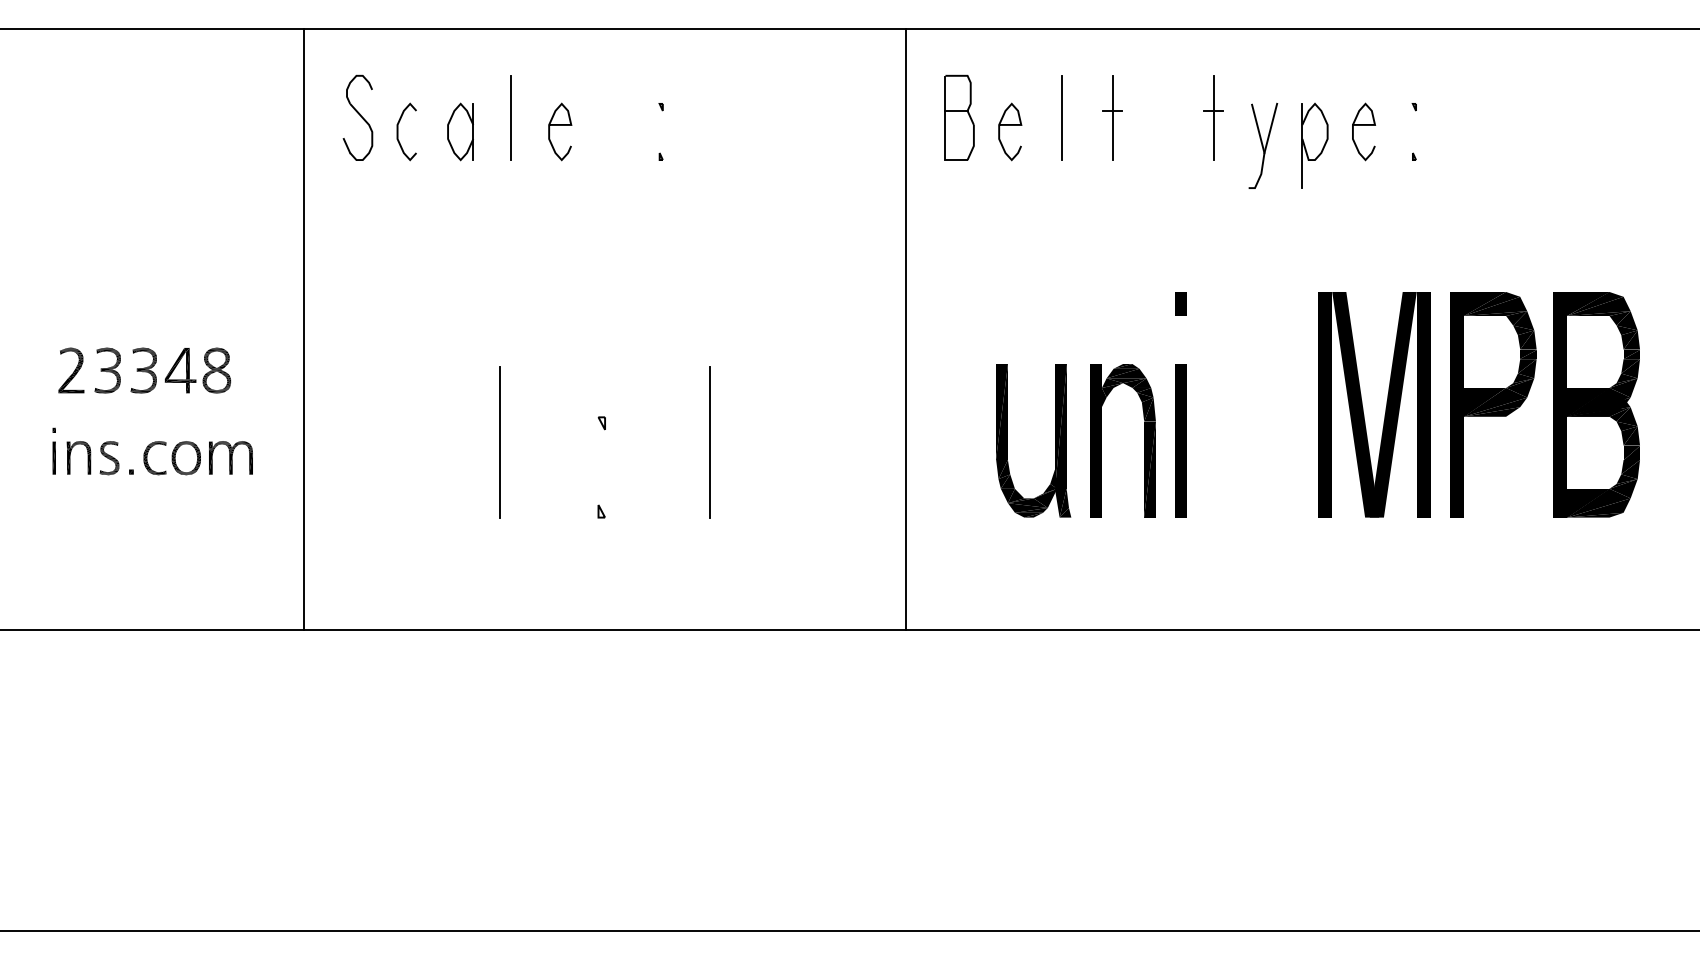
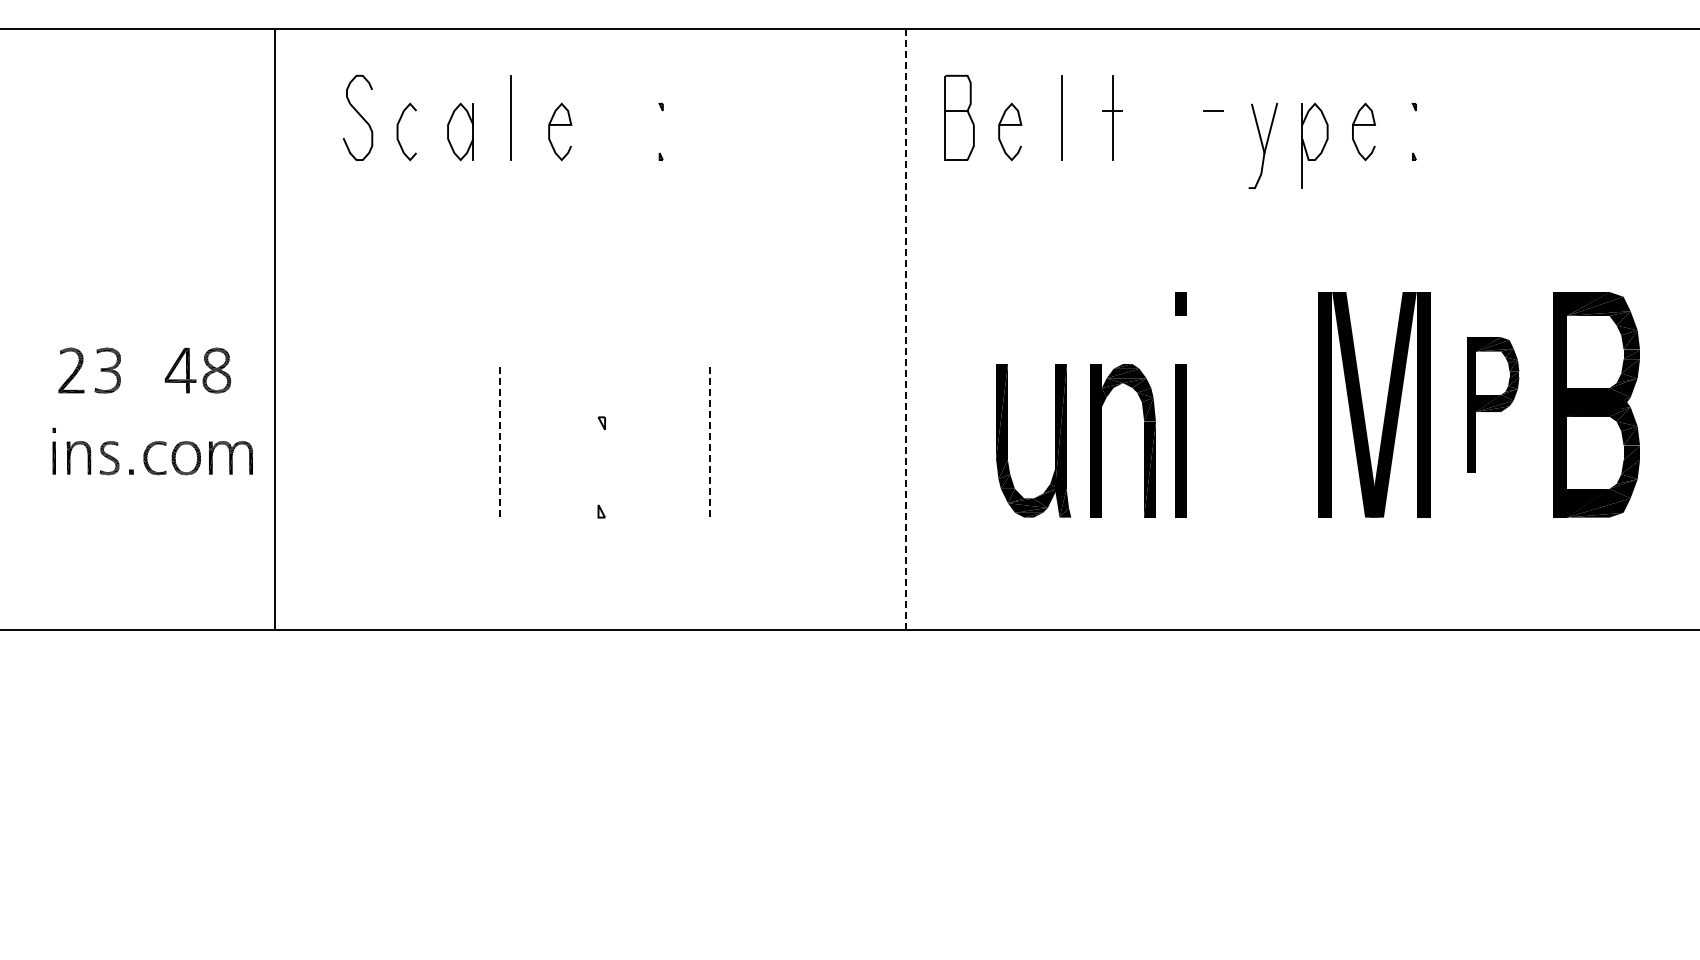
line at (1213, 117): present -> none
line at (304, 329) position: (304, 329) -> (275, 329)
line at (905, 329): solid -> dashed
part at (143, 370): present -> none
part at (1493, 404) size: 87x226 px -> 53x136 px
line at (499, 442): solid -> dashed
line at (710, 442): solid -> dashed
line at (849, 931): present -> none
